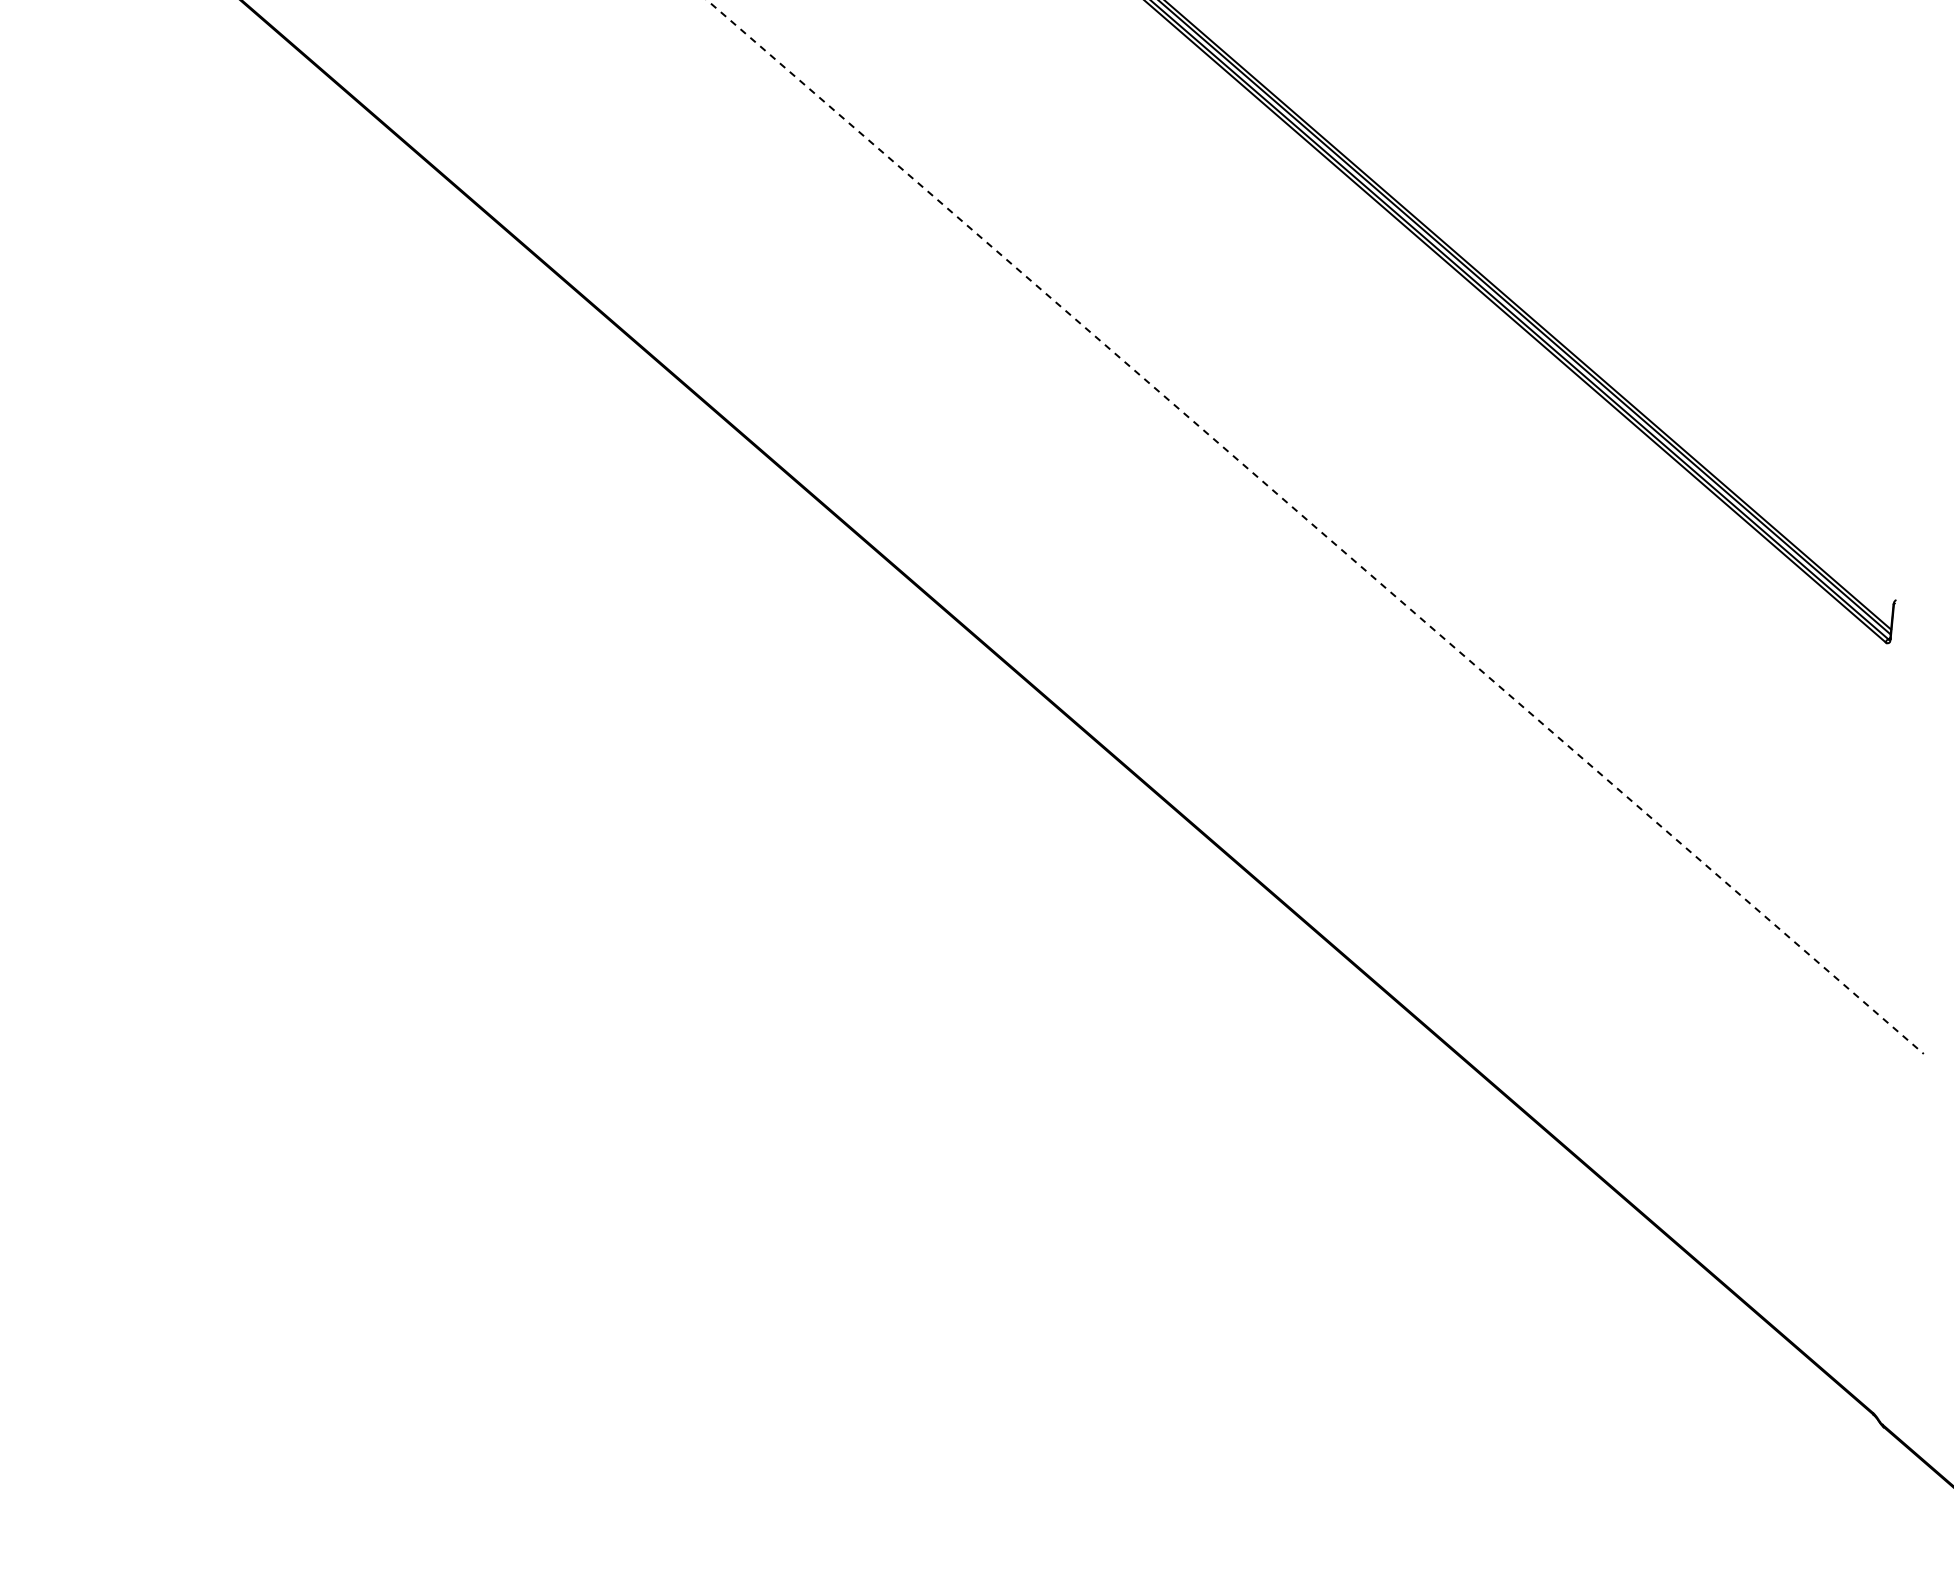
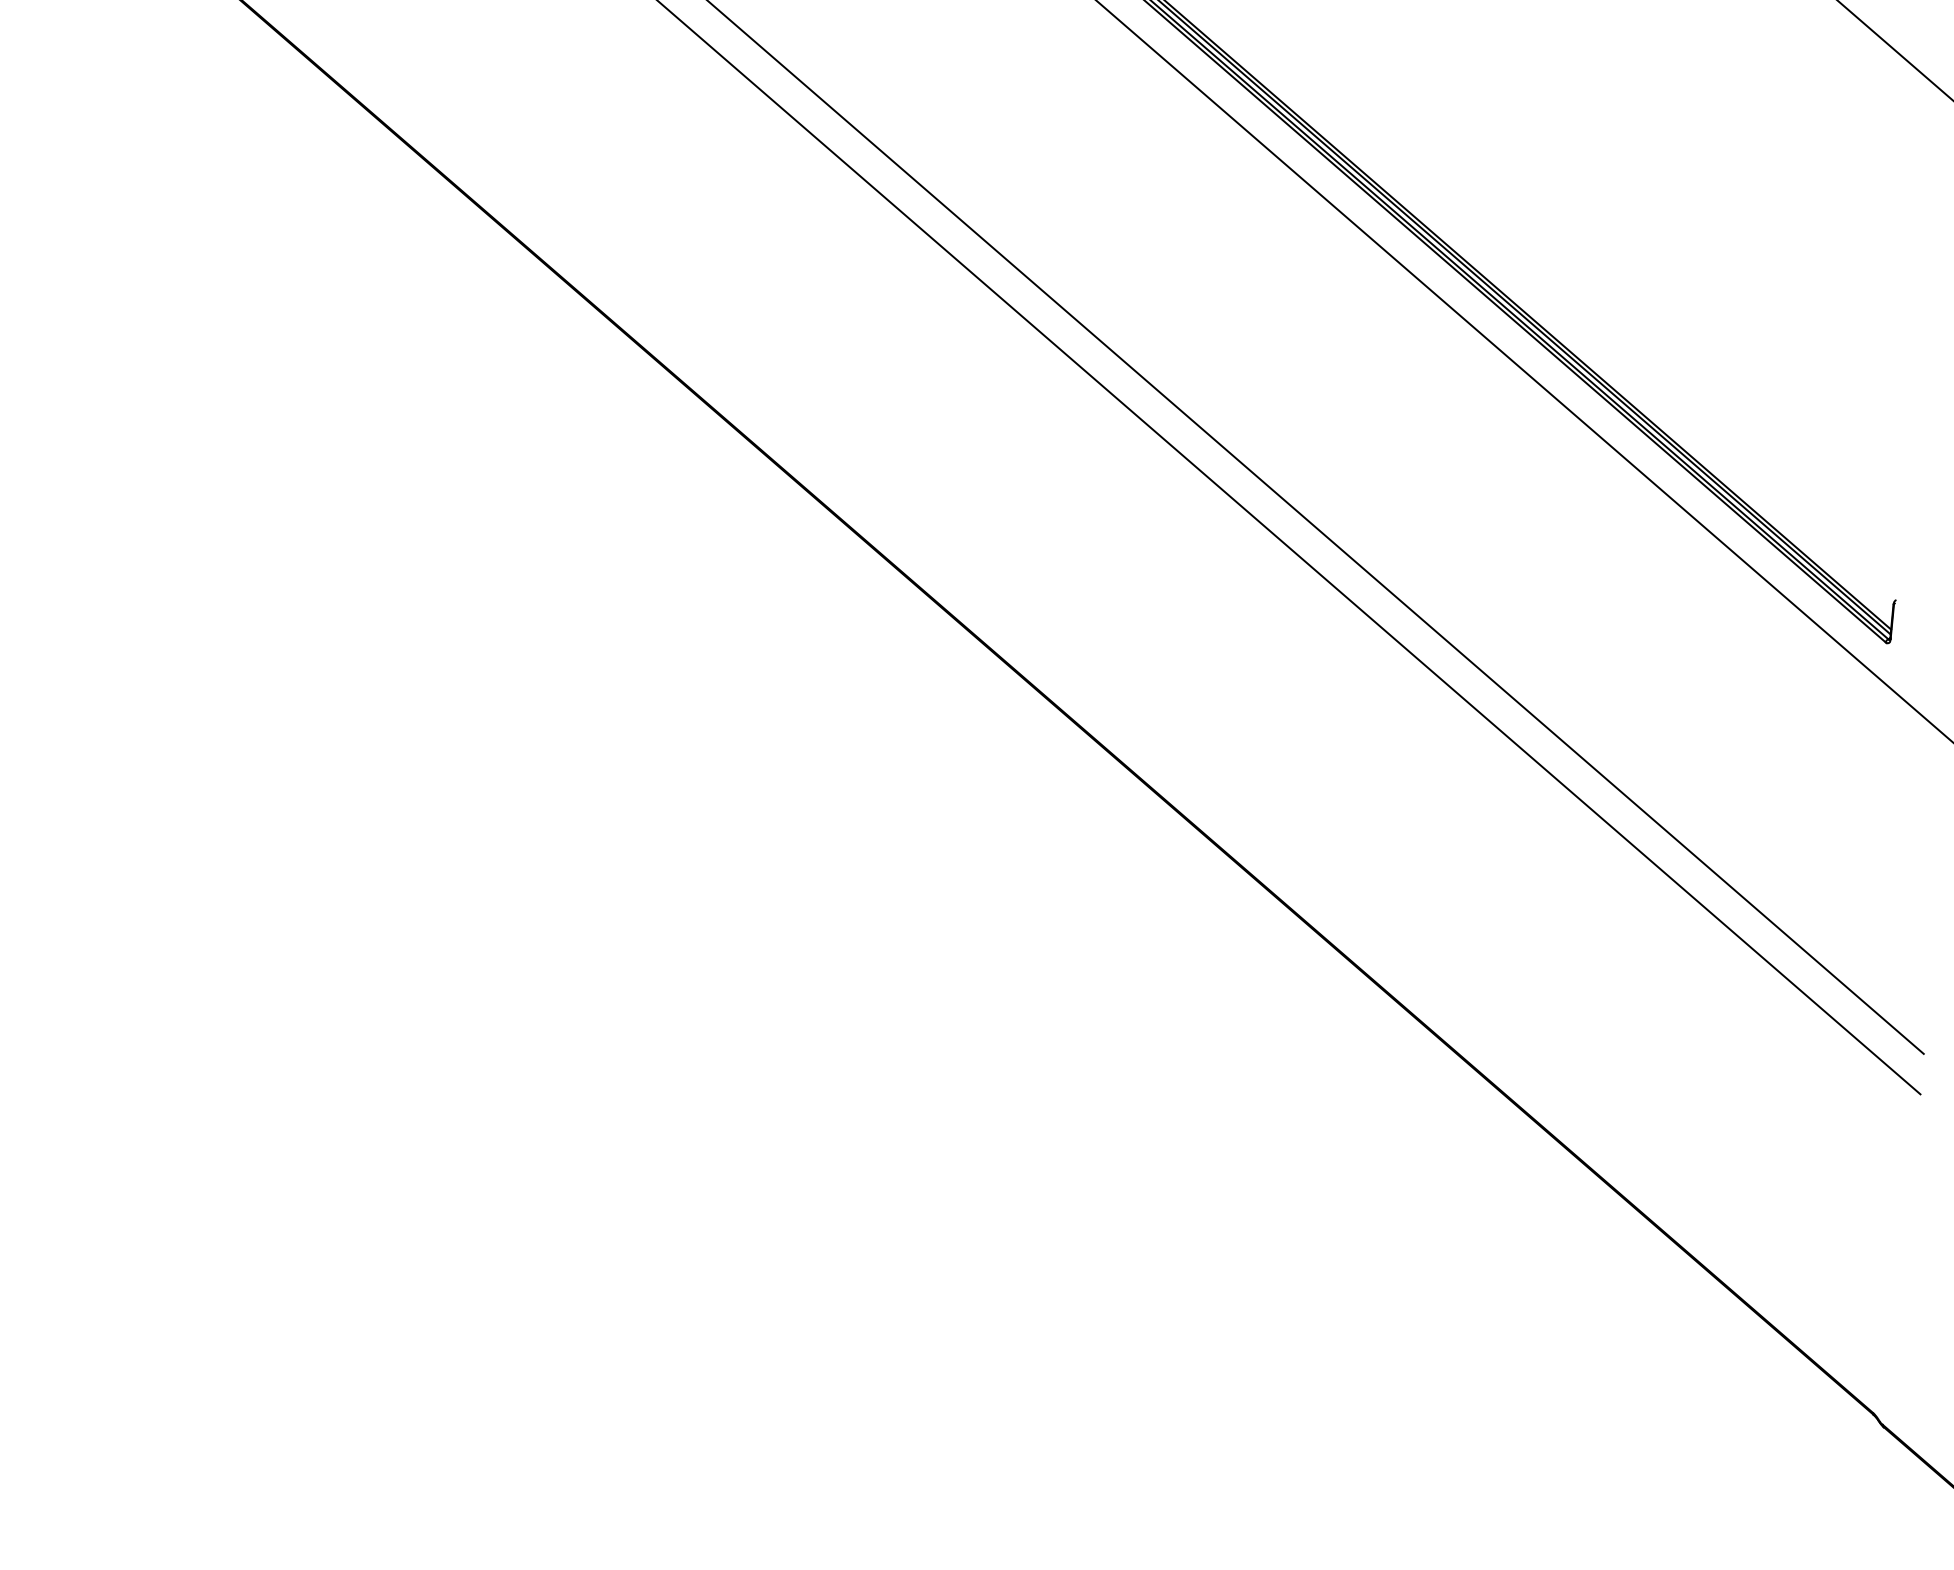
line at (1894, 50): none -> present
line at (1524, 371): none -> present
line at (1316, 527): dashed -> solid
line at (1289, 548): none -> present
